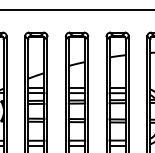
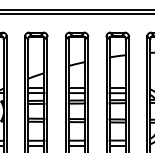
line at (76, 14): none -> present
